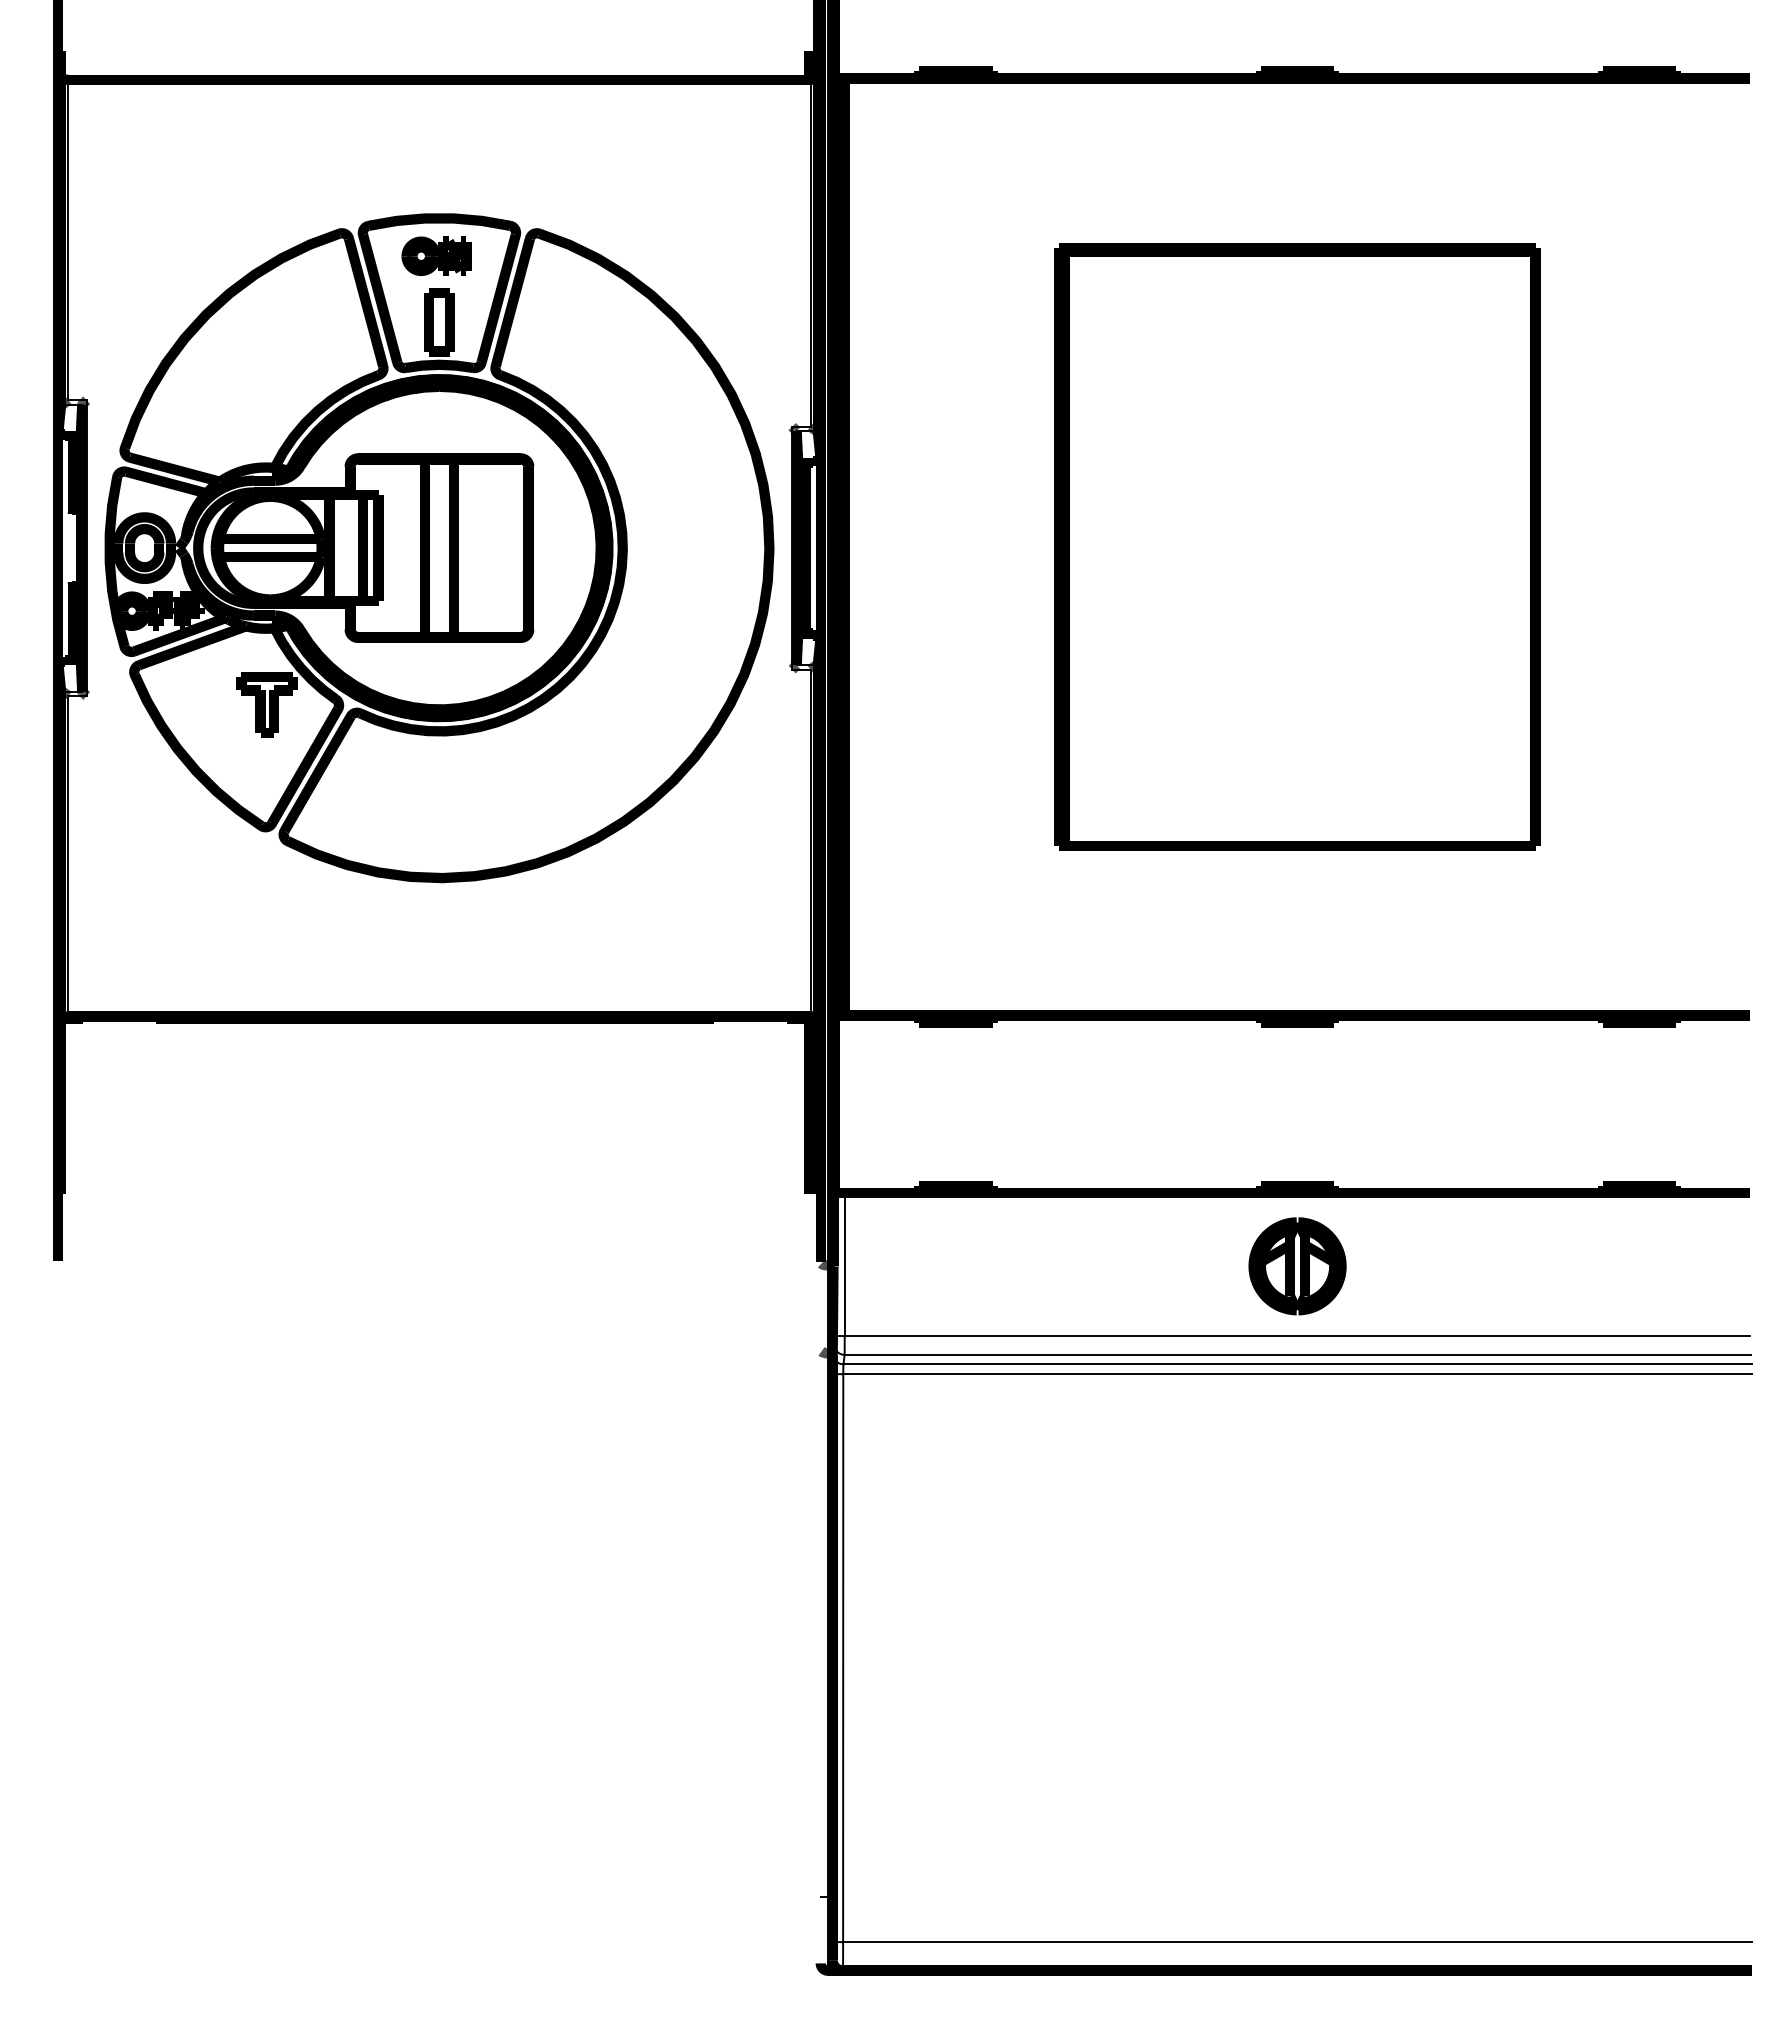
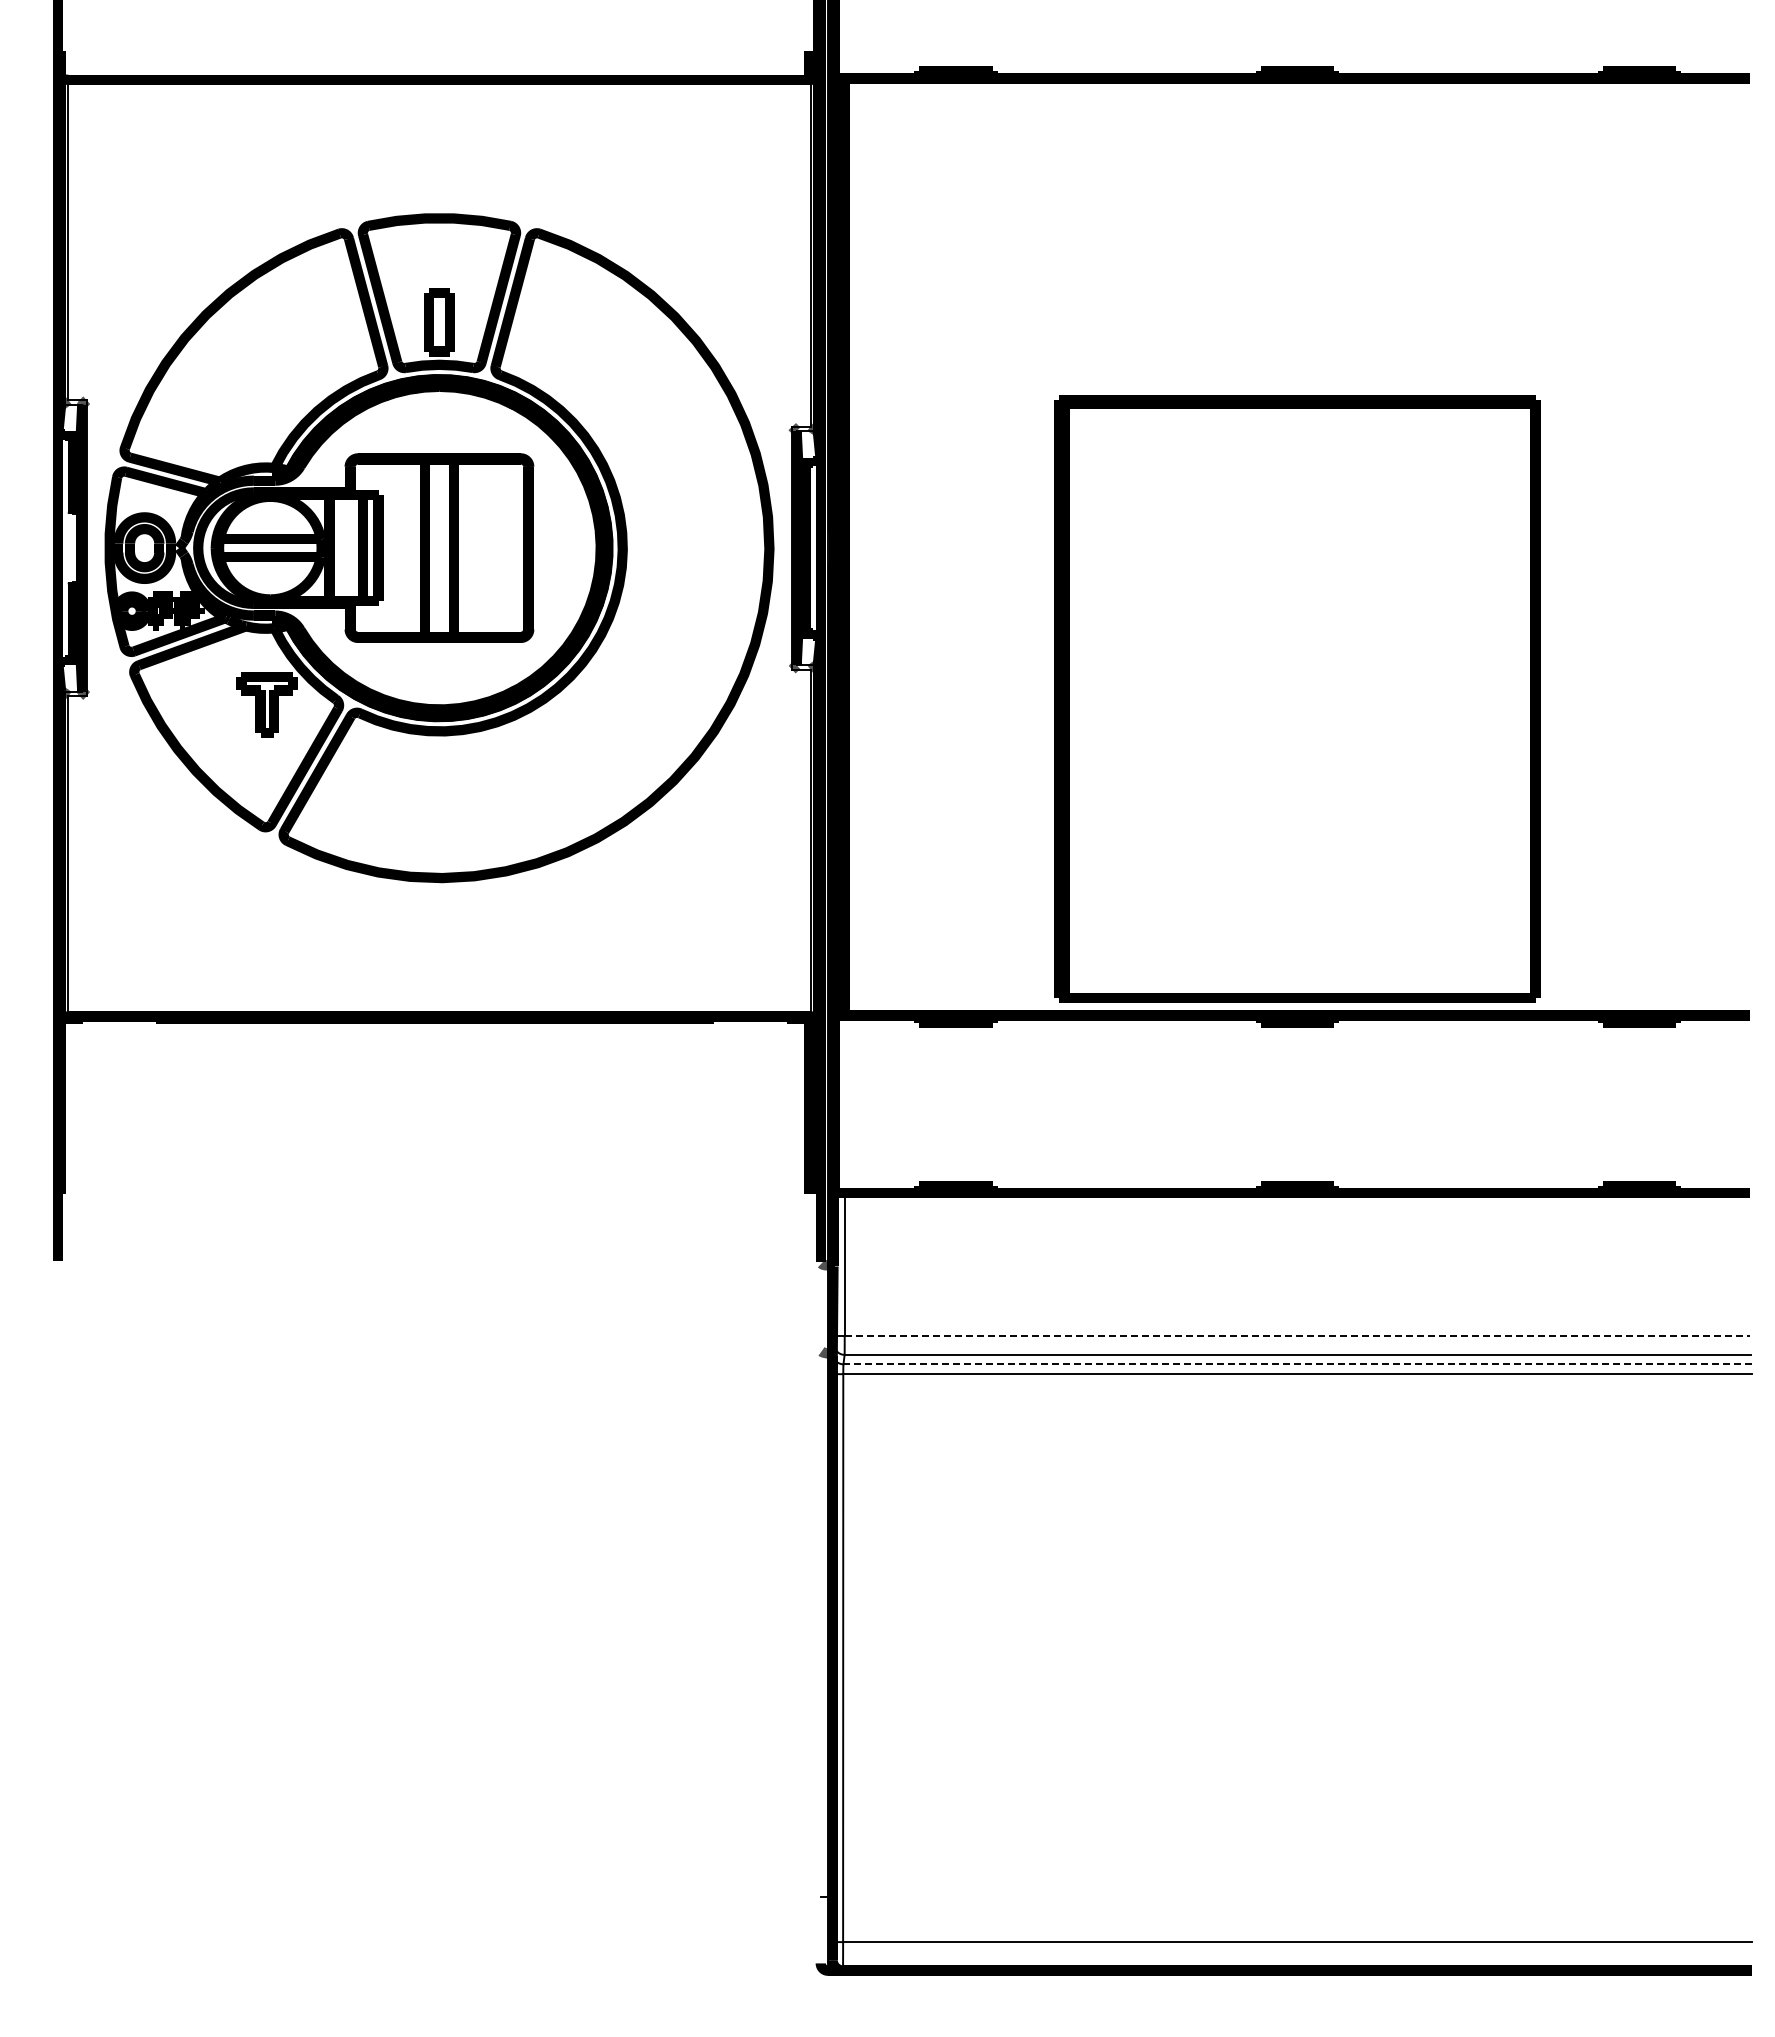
part at (436, 255): present -> none
part at (1297, 546) position: (1297, 546) -> (1297, 698)
part at (1297, 1266): present -> none
line at (1297, 1335): solid -> dashed
line at (1298, 1364): solid -> dashed
